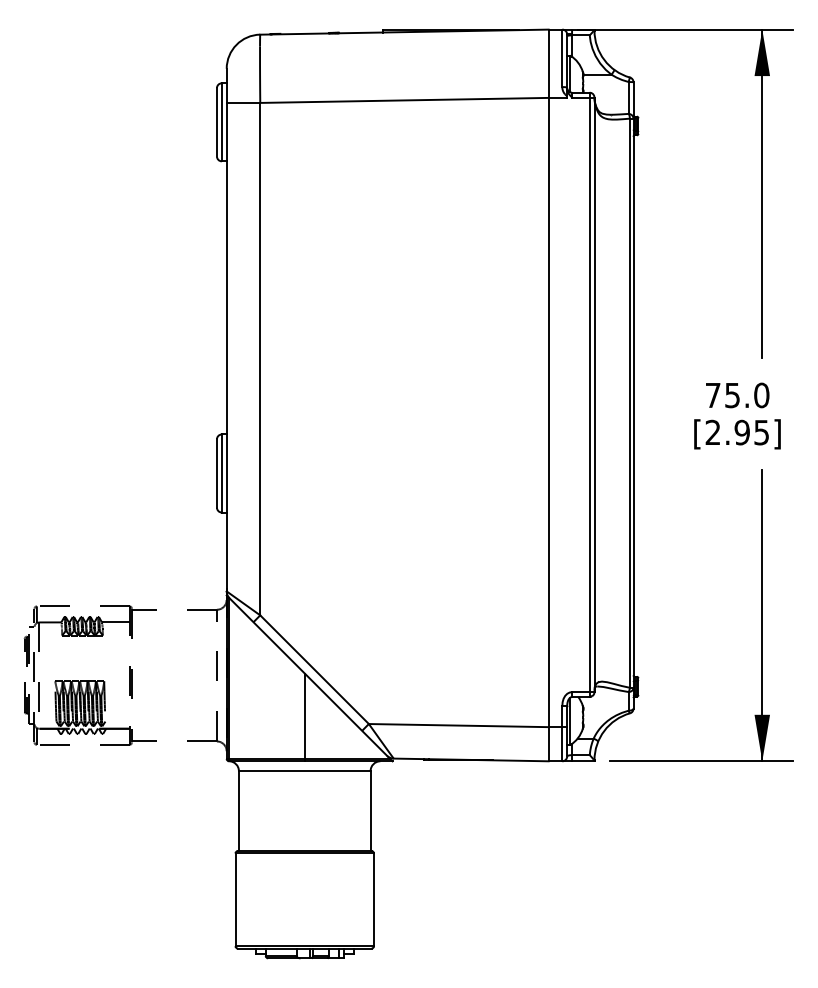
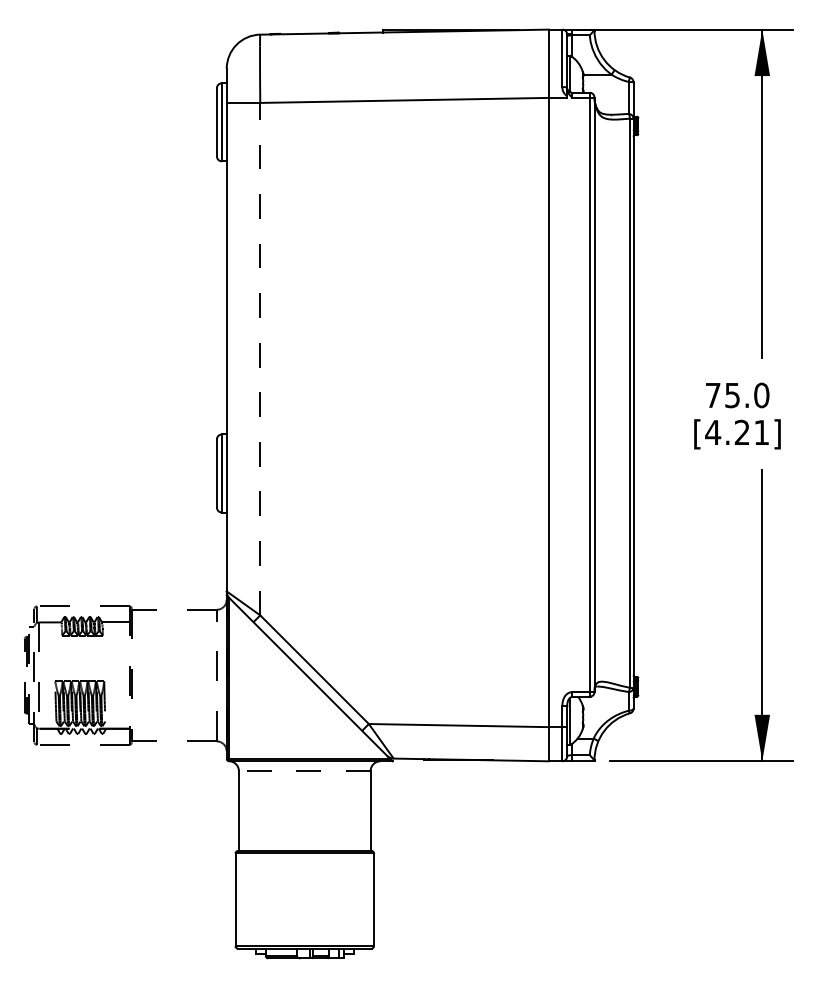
line at (260, 358): solid -> dashed
text at (736, 432): [2.95] -> [4.21]
line at (304, 717): present -> none
line at (304, 771): solid -> dashed
